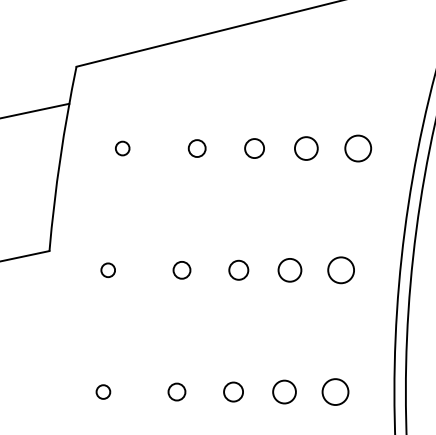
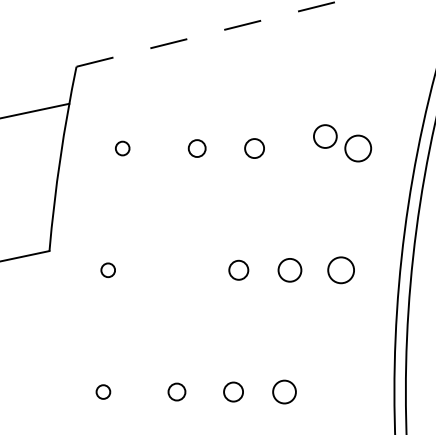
line at (210, 33): solid -> dashed
circle at (306, 148) position: (306, 148) -> (325, 136)
circle at (181, 270): present -> none
circle at (335, 391): present -> none
